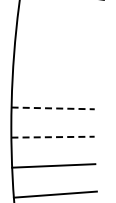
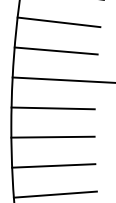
line at (58, 22): none -> present
line at (55, 50): none -> present
line at (62, 79): none -> present
line at (53, 108): dashed -> solid
line at (53, 137): dashed -> solid
